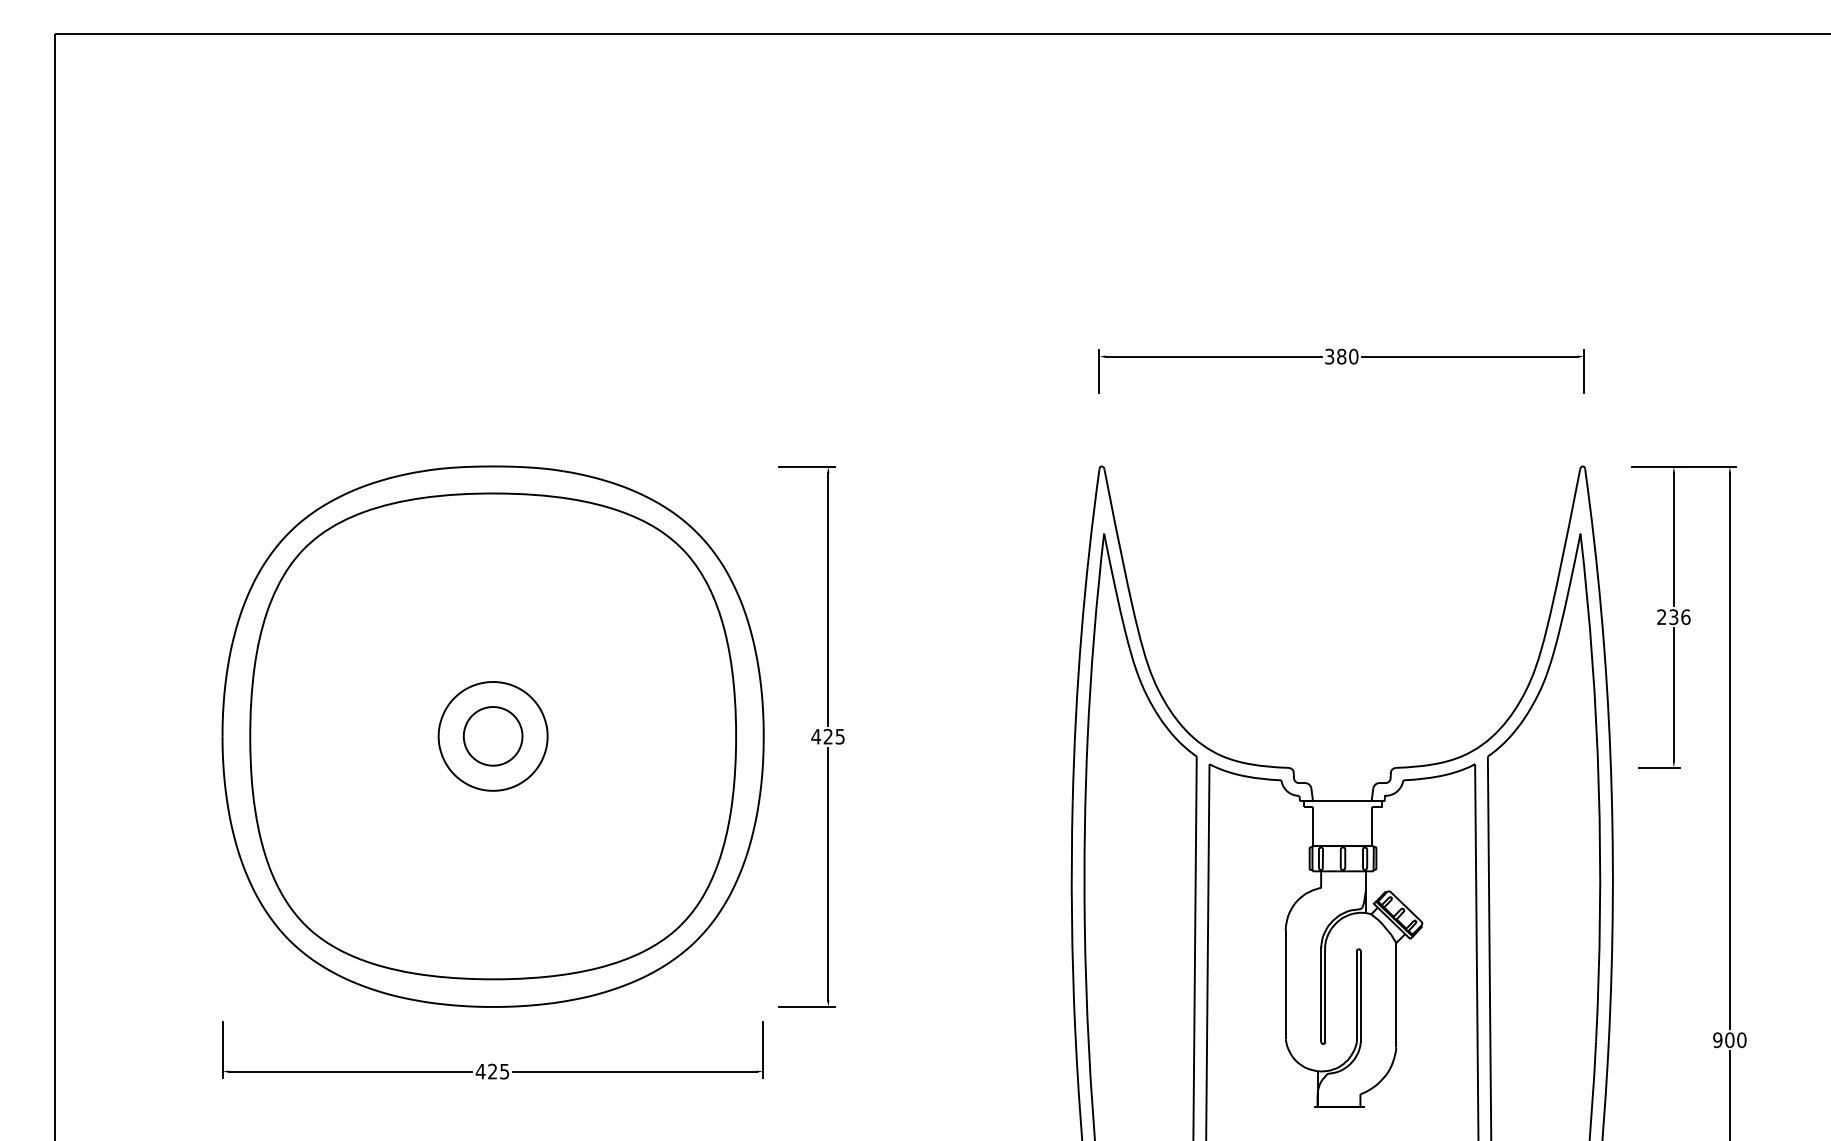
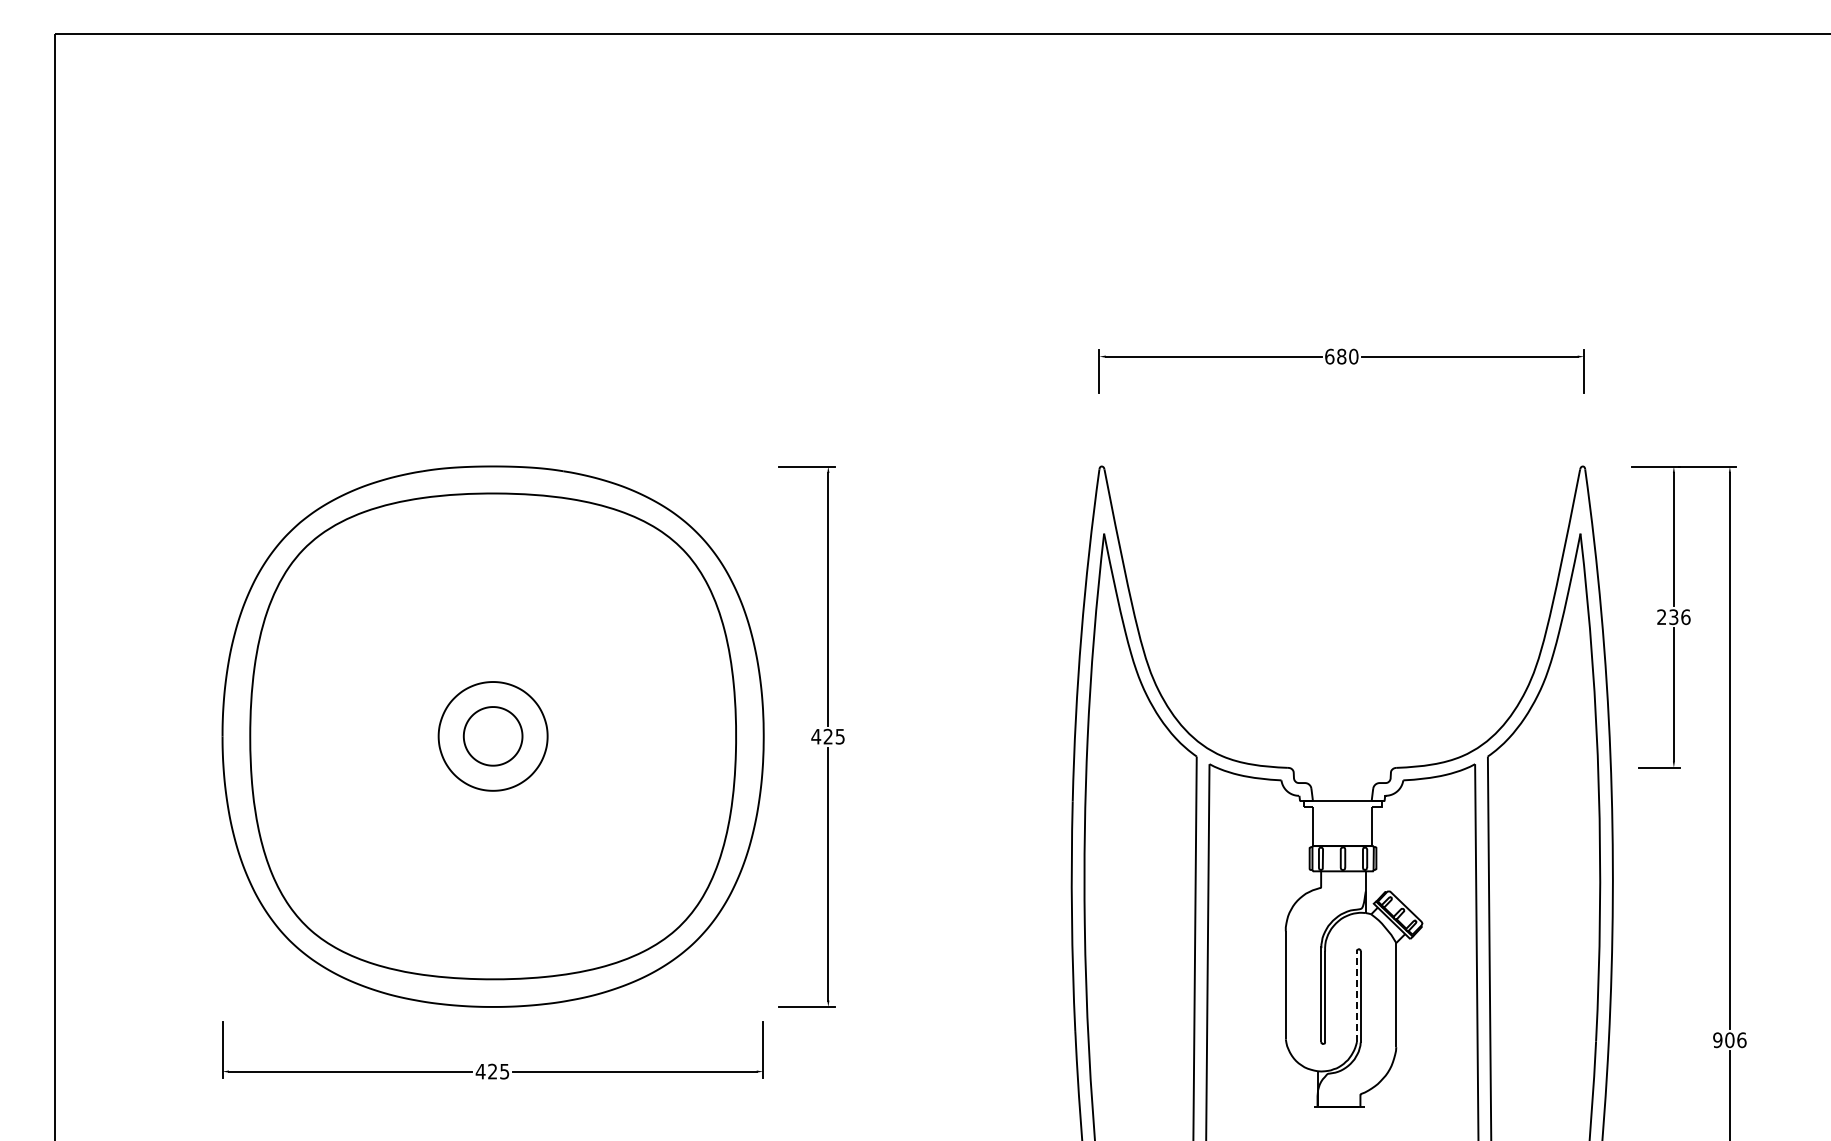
text at (1329, 356): 380 -> 680
line at (1356, 996): solid -> dashed
text at (1741, 1039): 900 -> 906
